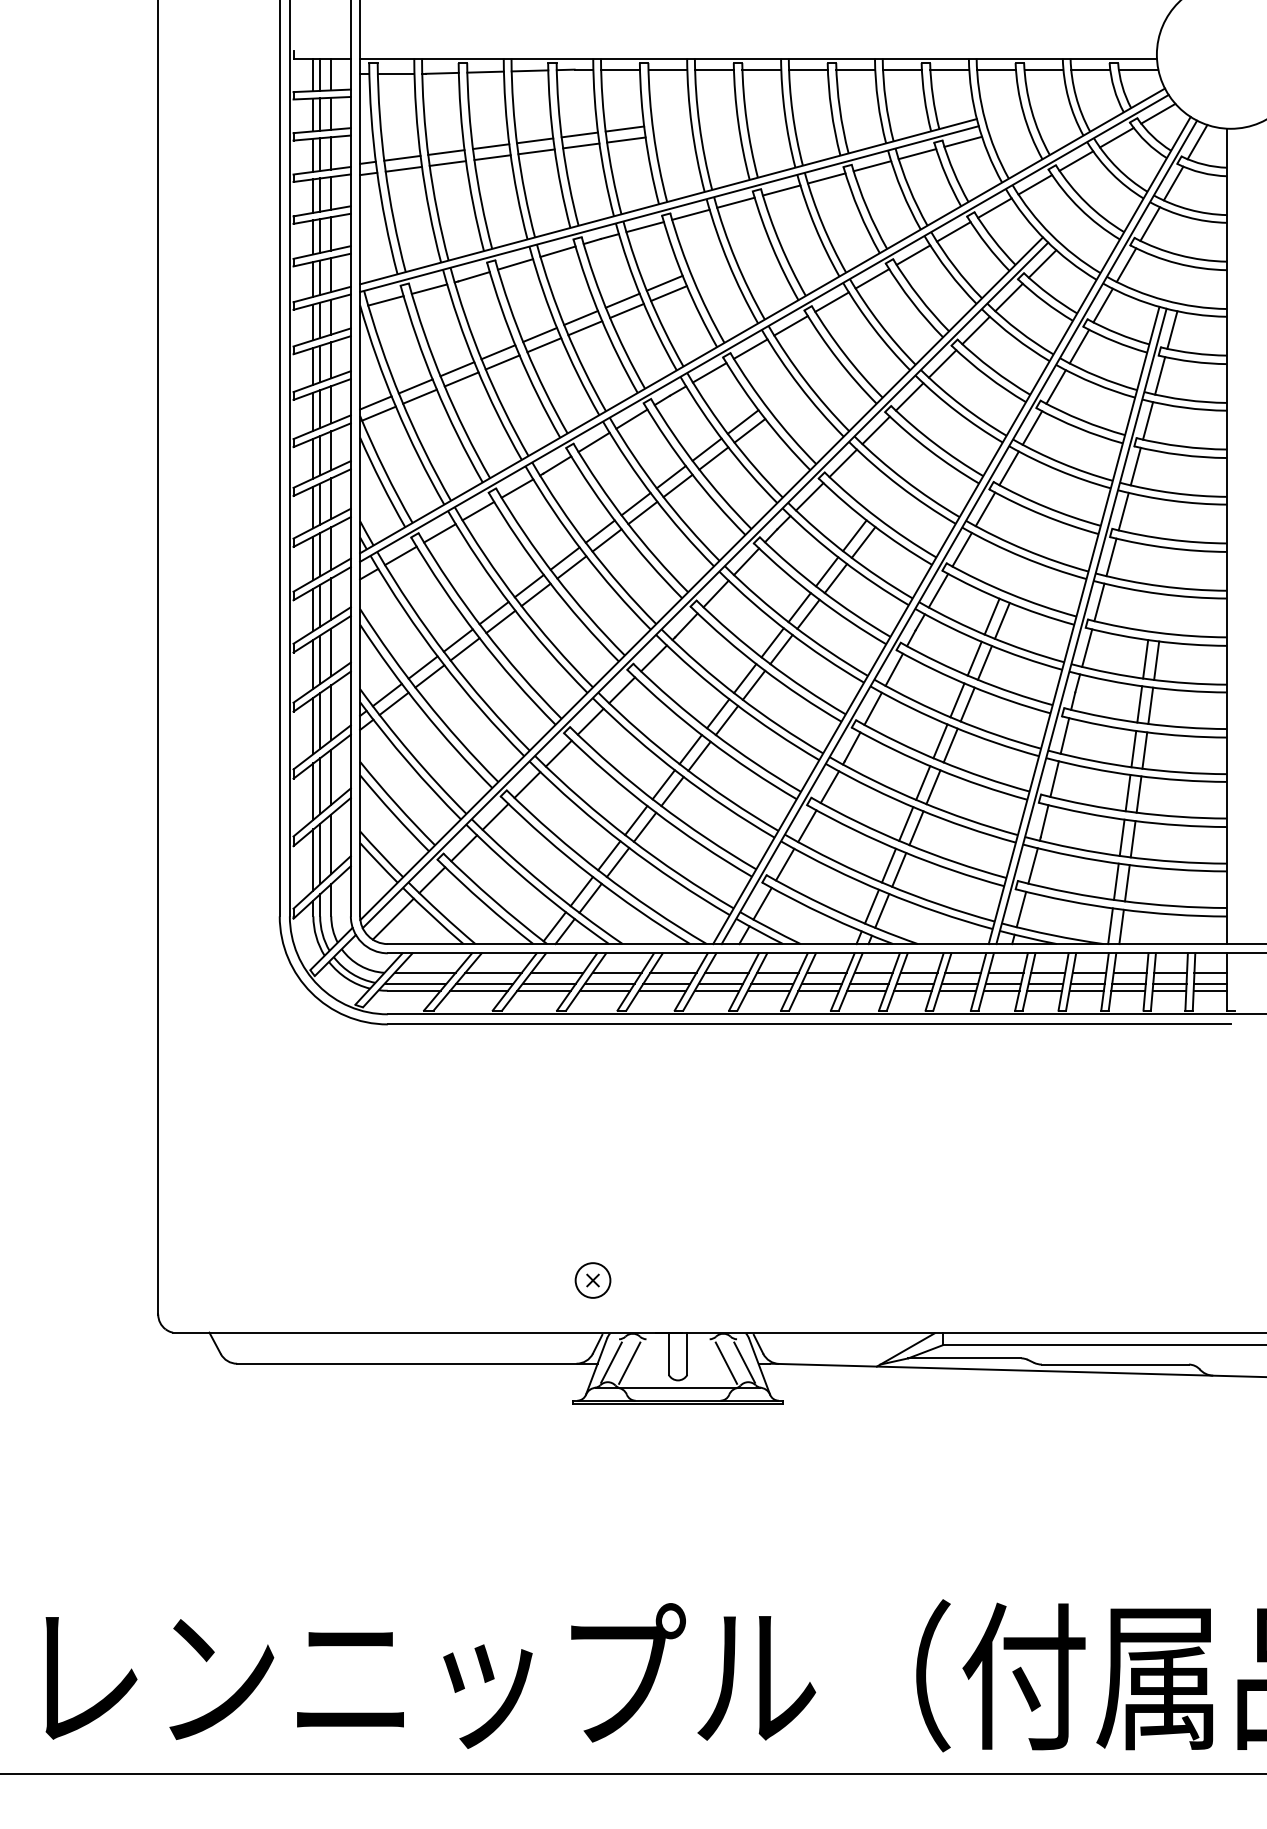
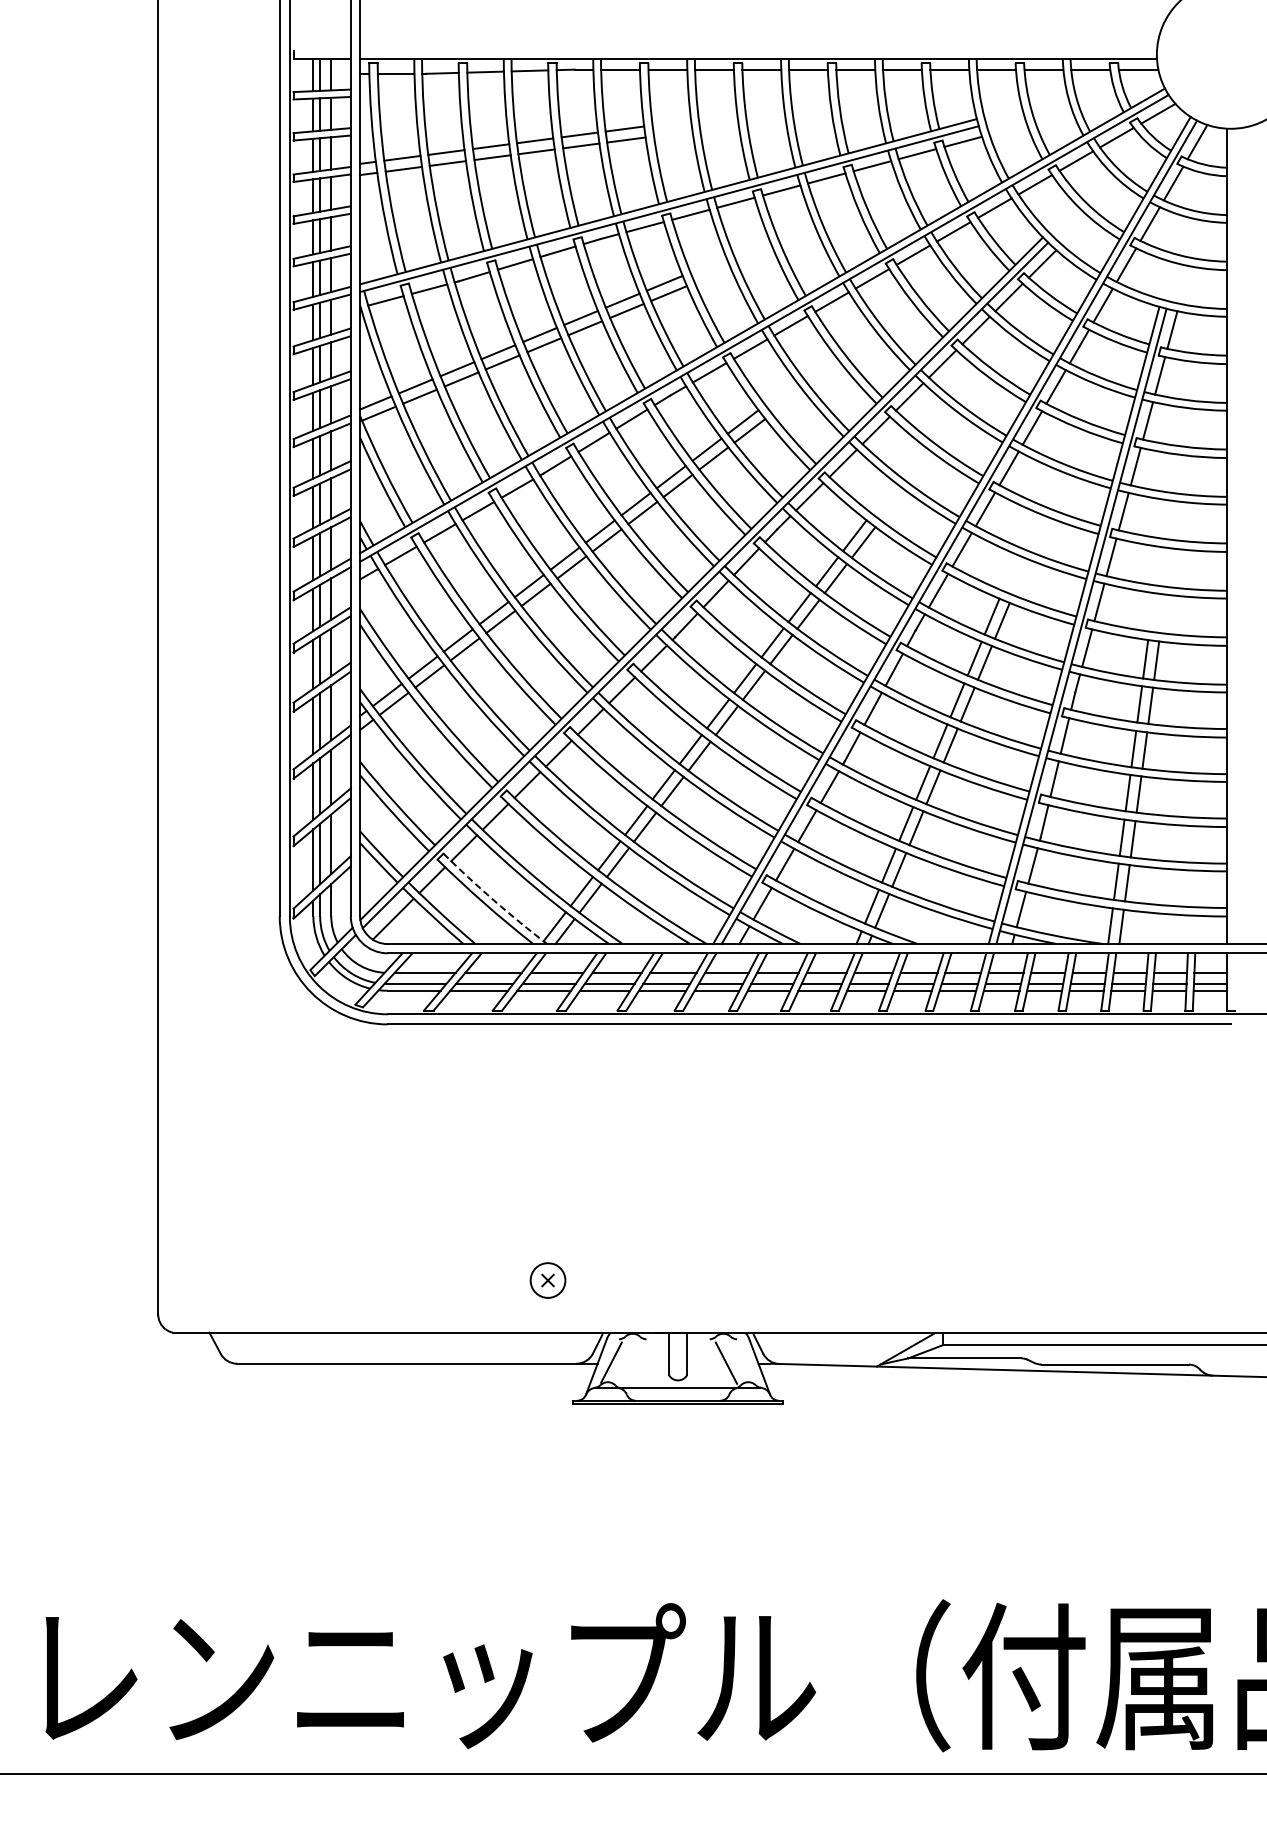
arc at (494, 900): solid -> dashed
part at (592, 1280) position: (592, 1280) -> (547, 1280)
line at (629, 1362): present -> none
line at (744, 1362): present -> none
